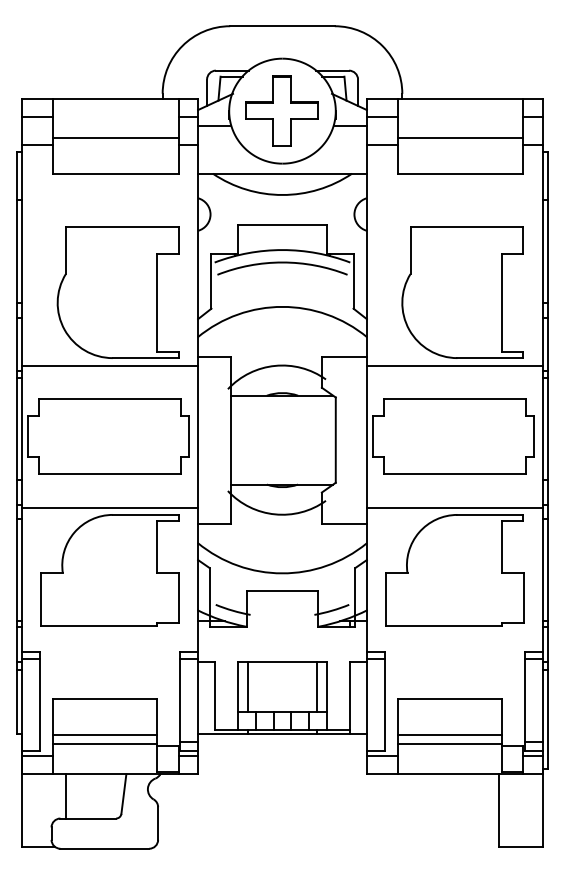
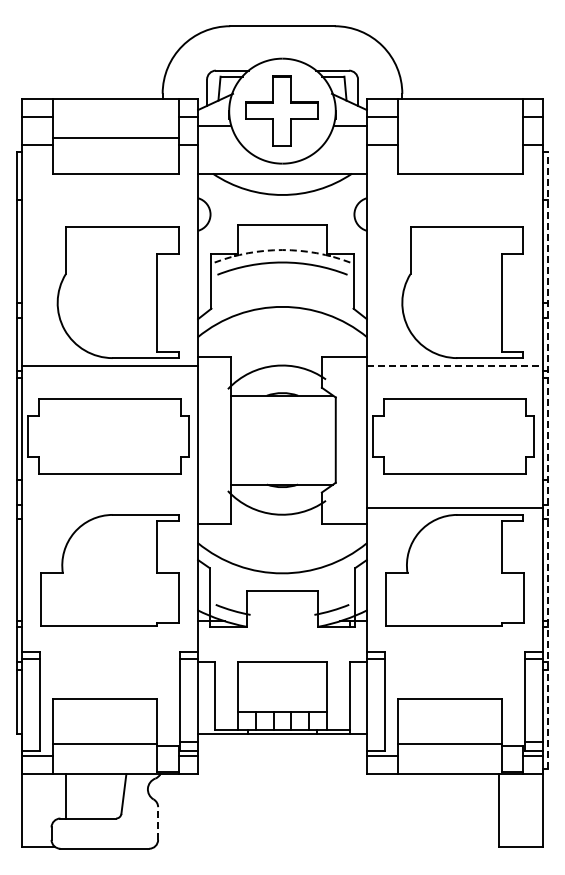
line at (460, 138): present -> none
arc at (282, 250): solid -> dashed
line at (454, 365): solid -> dashed
line at (548, 460): solid -> dashed
line at (110, 507): present -> none
line at (247, 686): present -> none
line at (317, 686): present -> none
line at (105, 734): present -> none
line at (449, 734): present -> none
line at (158, 823): solid -> dashed
